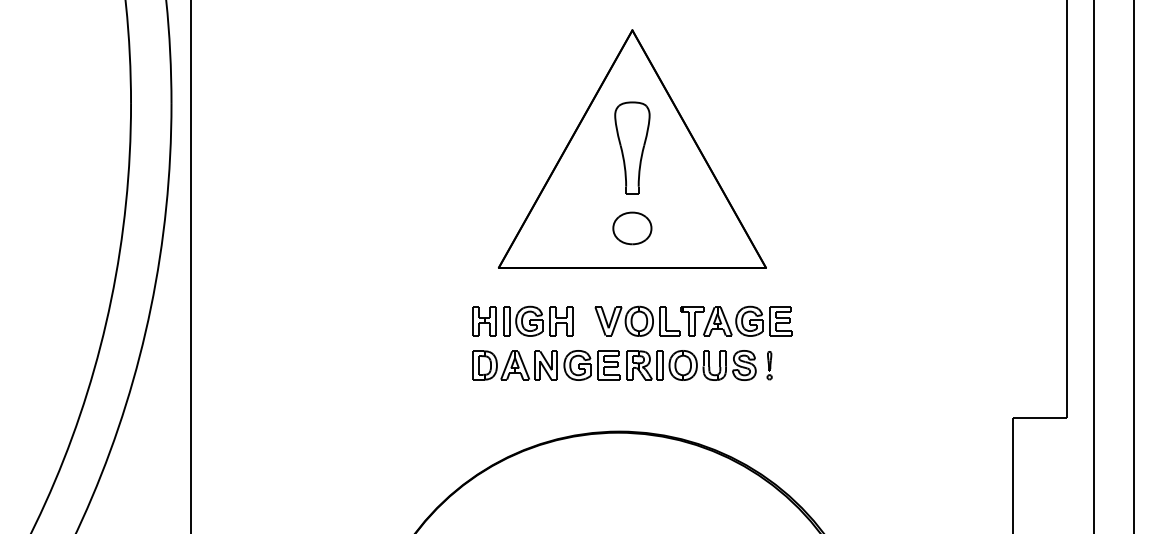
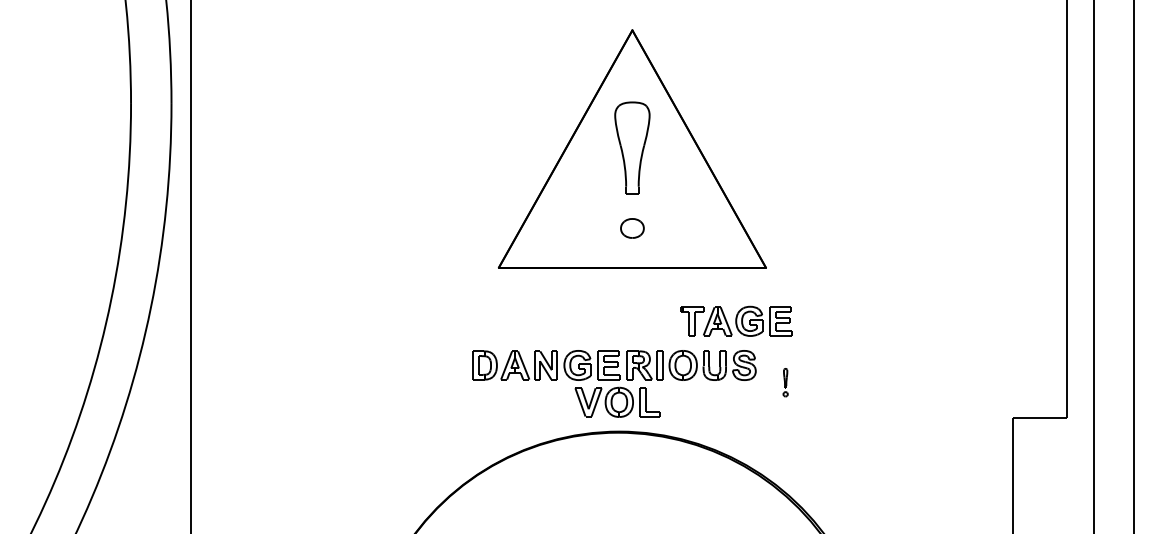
part at (632, 228) size: 41x35 px -> 25x21 px
part at (522, 320): present -> none
part at (637, 320) position: (637, 320) -> (617, 401)
part at (769, 365) position: (769, 365) -> (785, 382)
